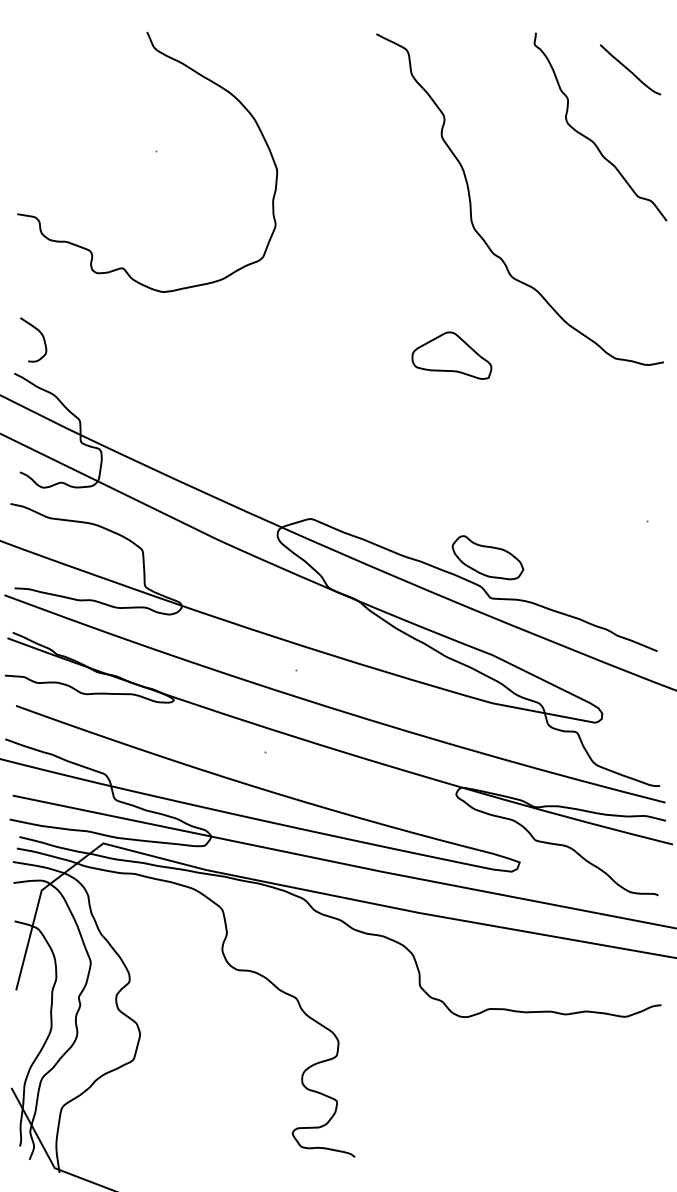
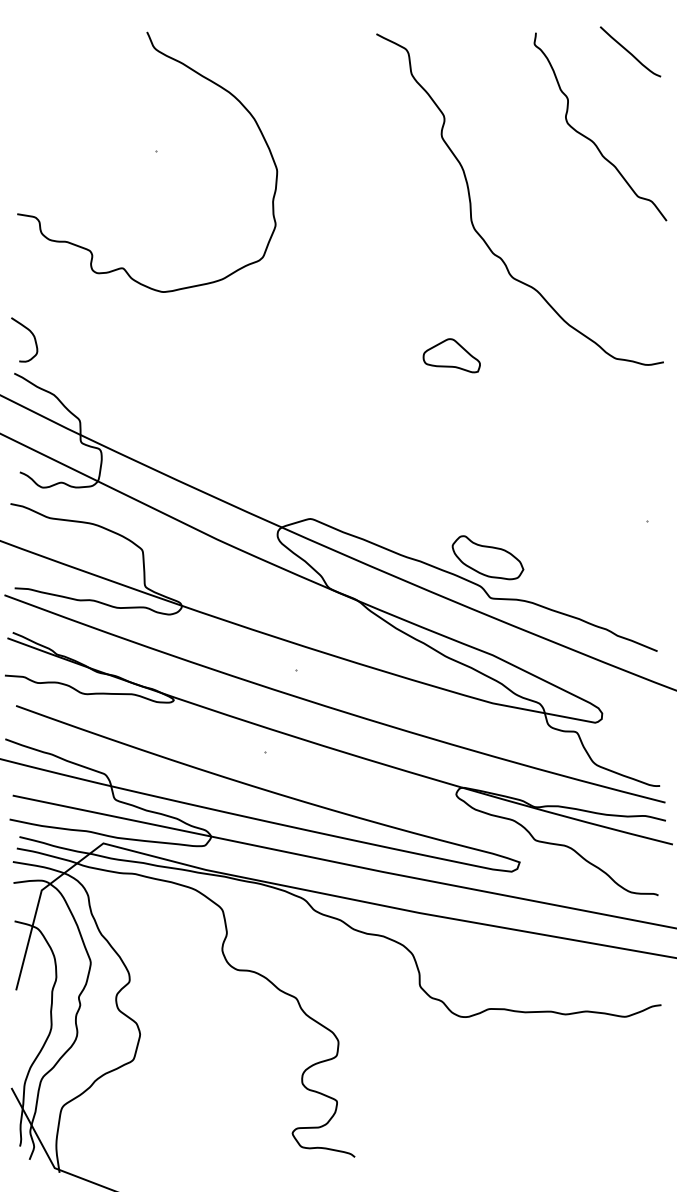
curve at (629, 69) position: (629, 69) -> (629, 51)
curve at (40, 334) position: (40, 334) -> (31, 334)
part at (451, 355) size: 82x49 px -> 59x36 px
